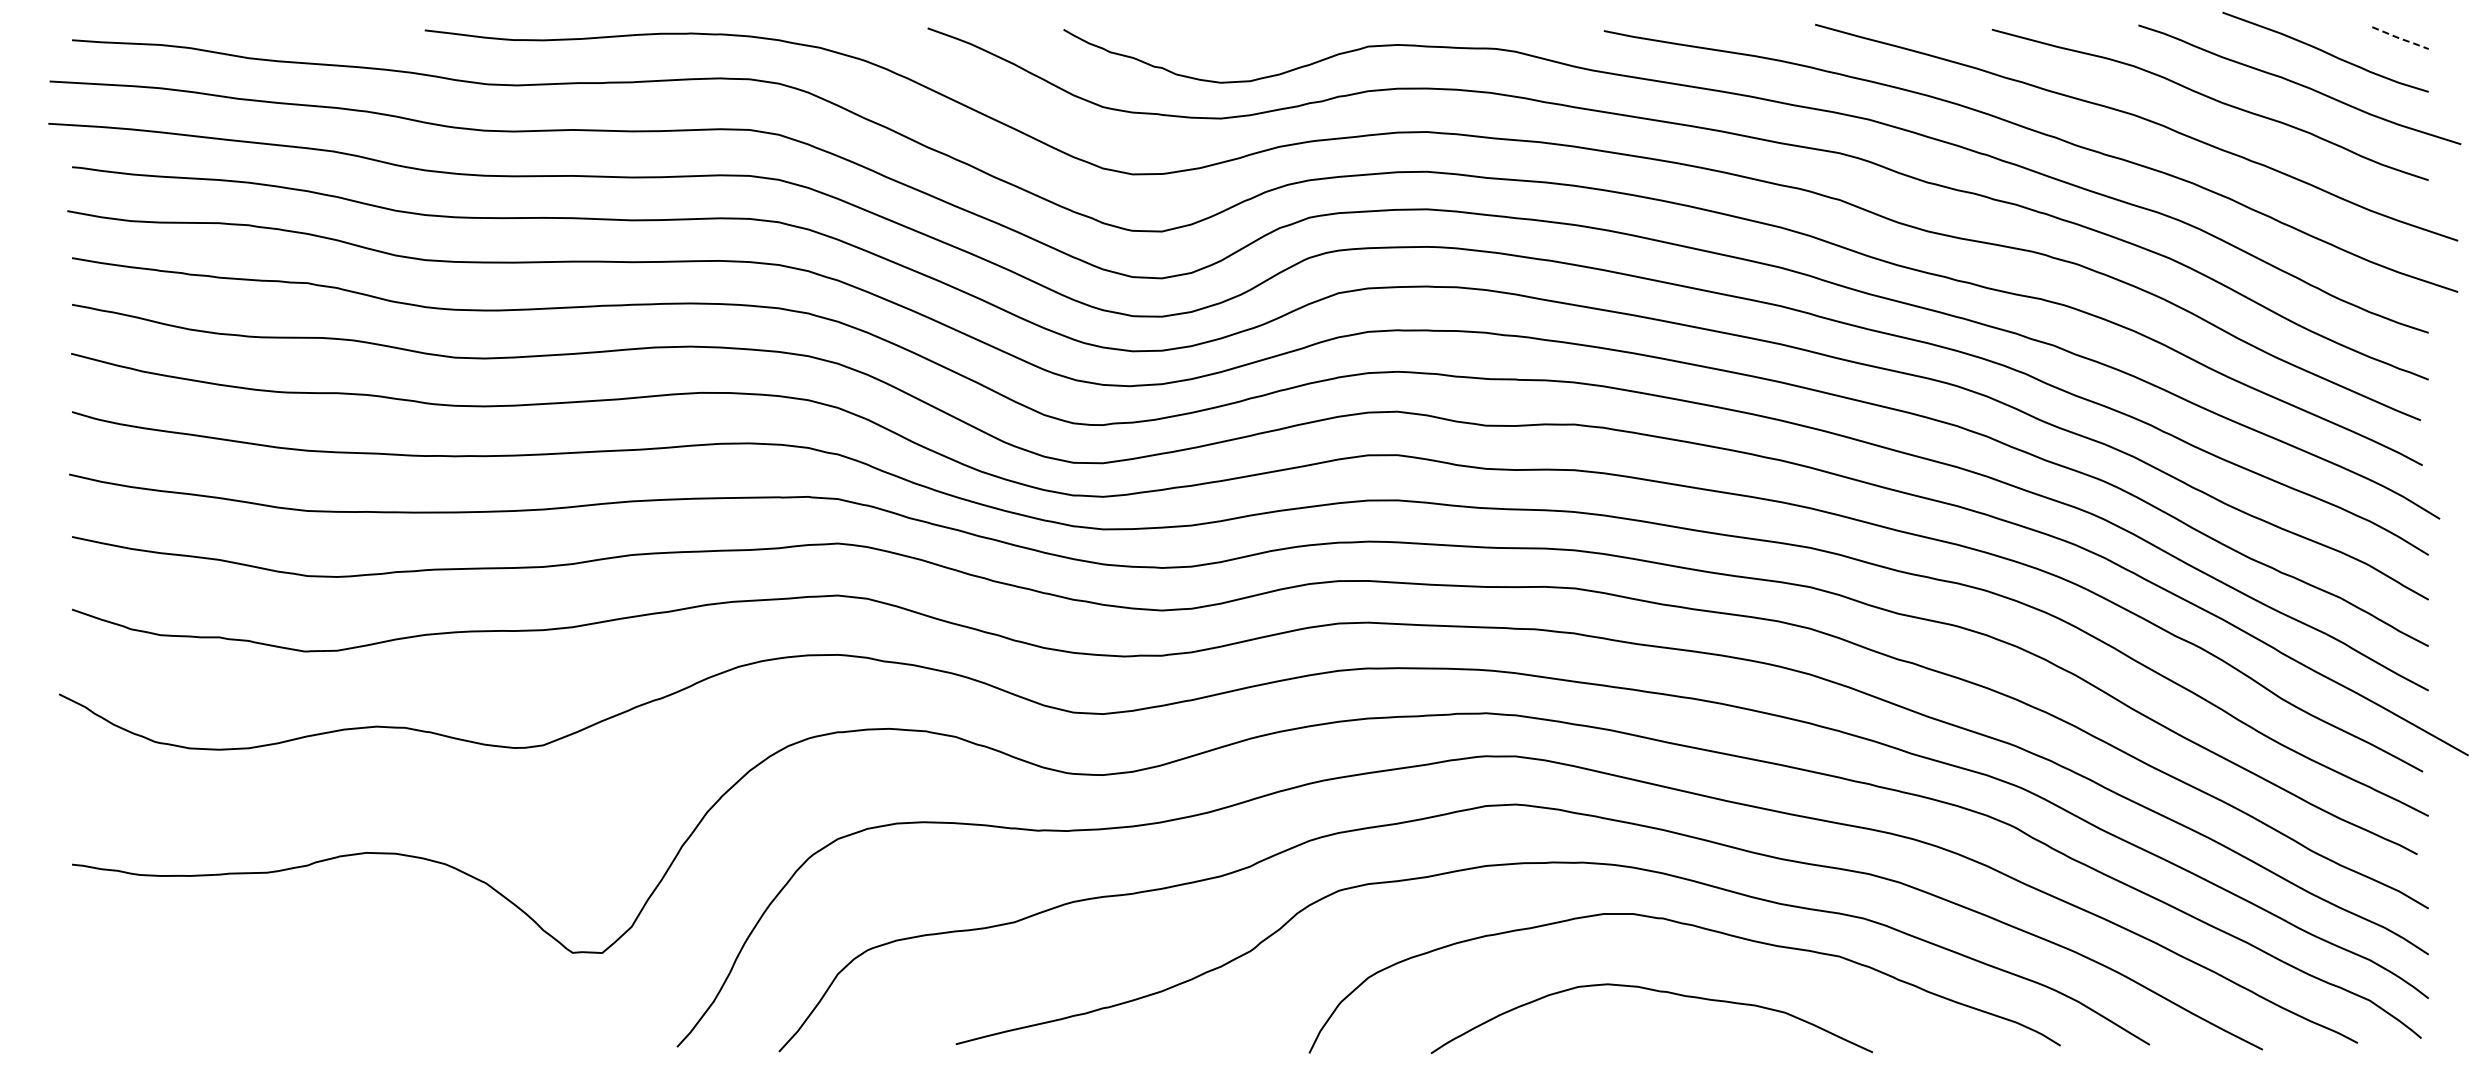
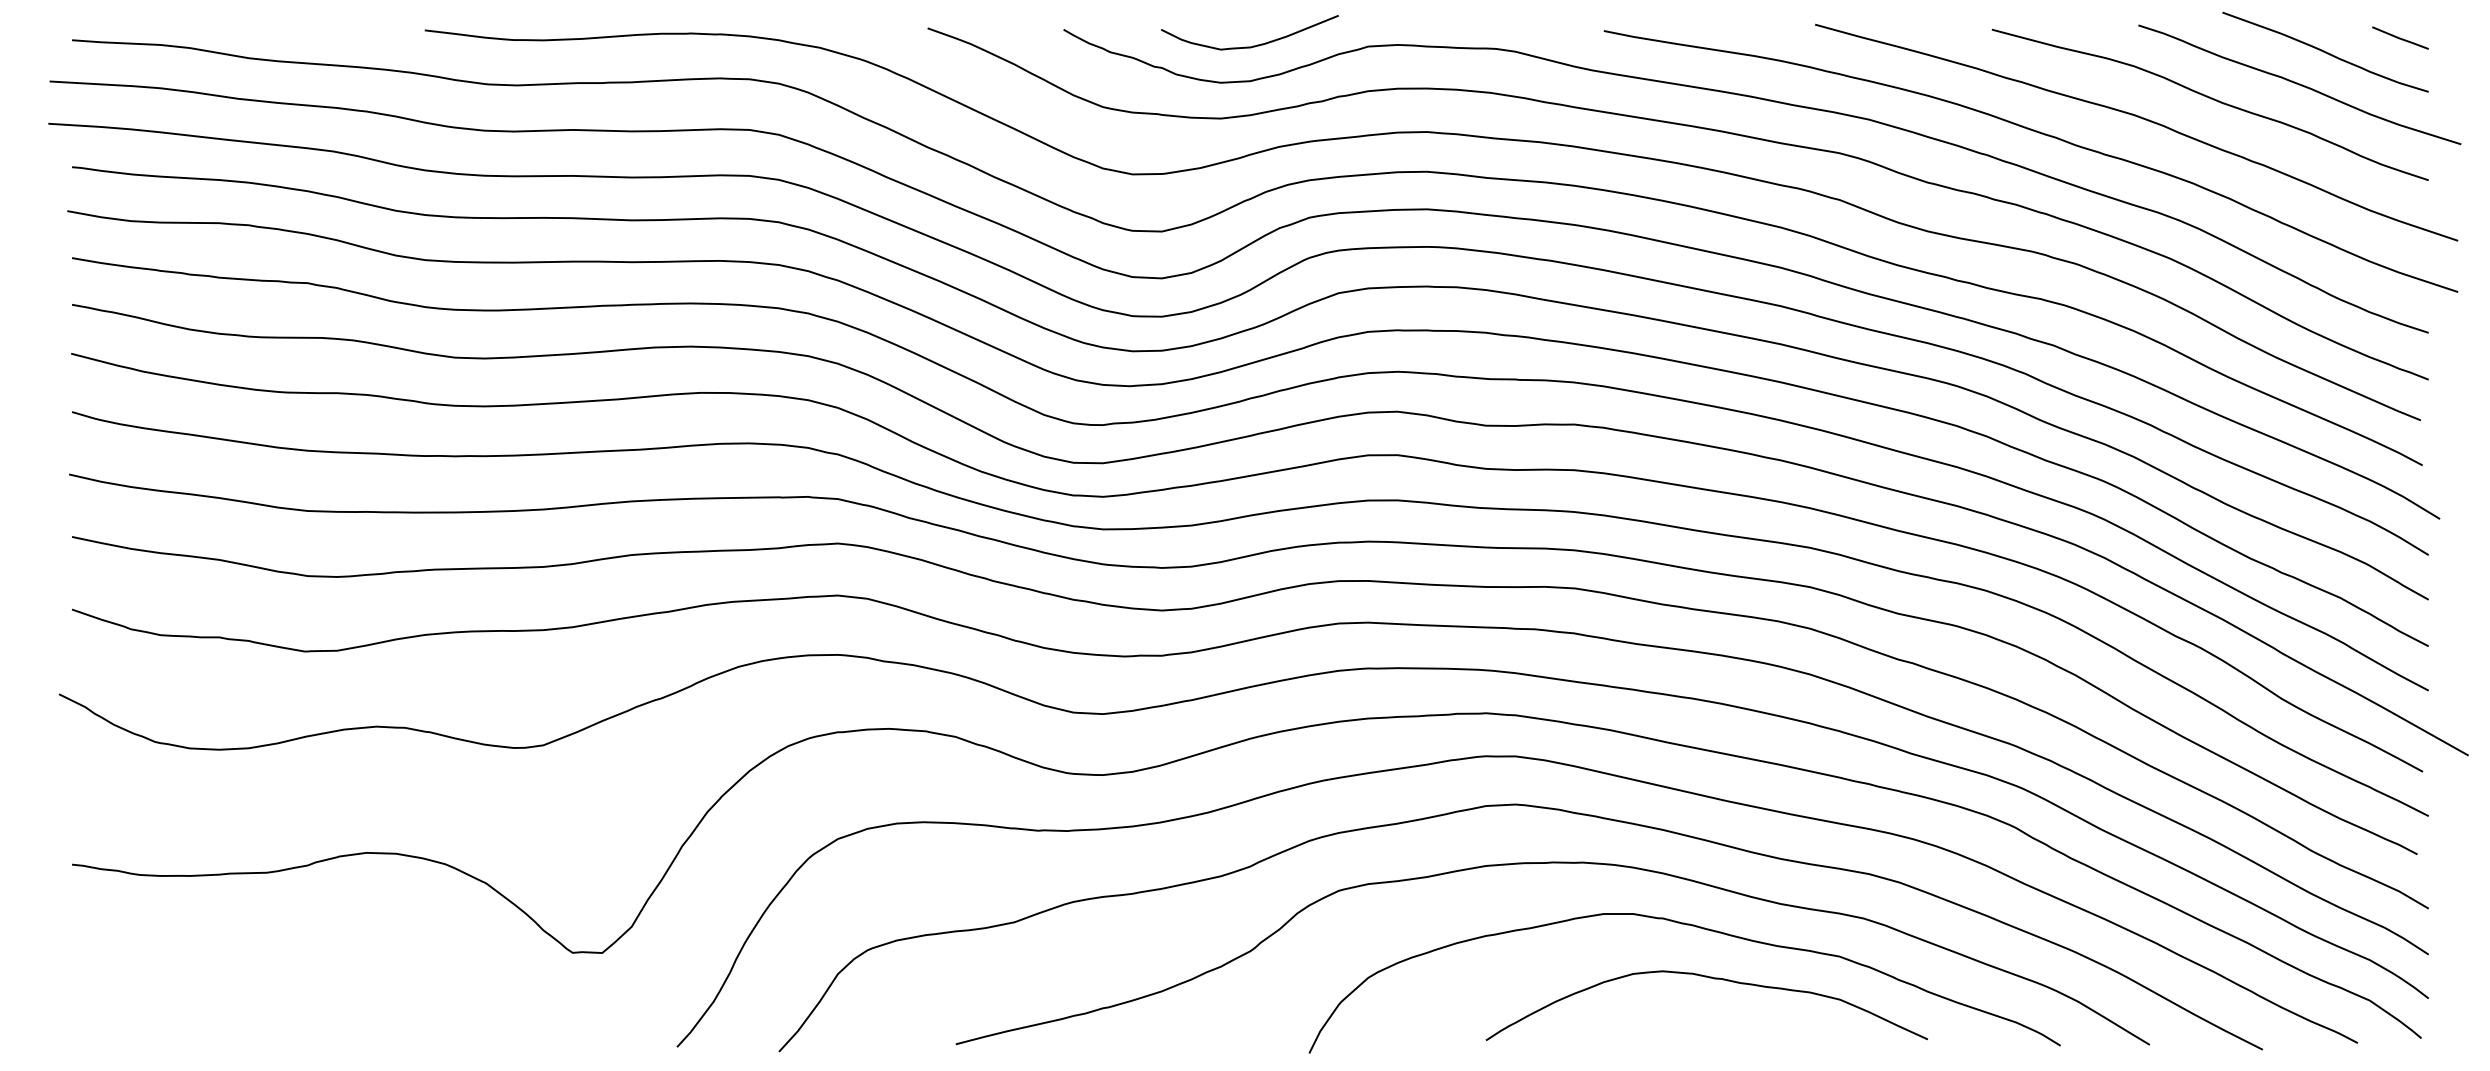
line at (2401, 38): dashed -> solid
curve at (1253, 45): none -> present
curve at (1654, 991) position: (1654, 991) -> (1709, 978)
